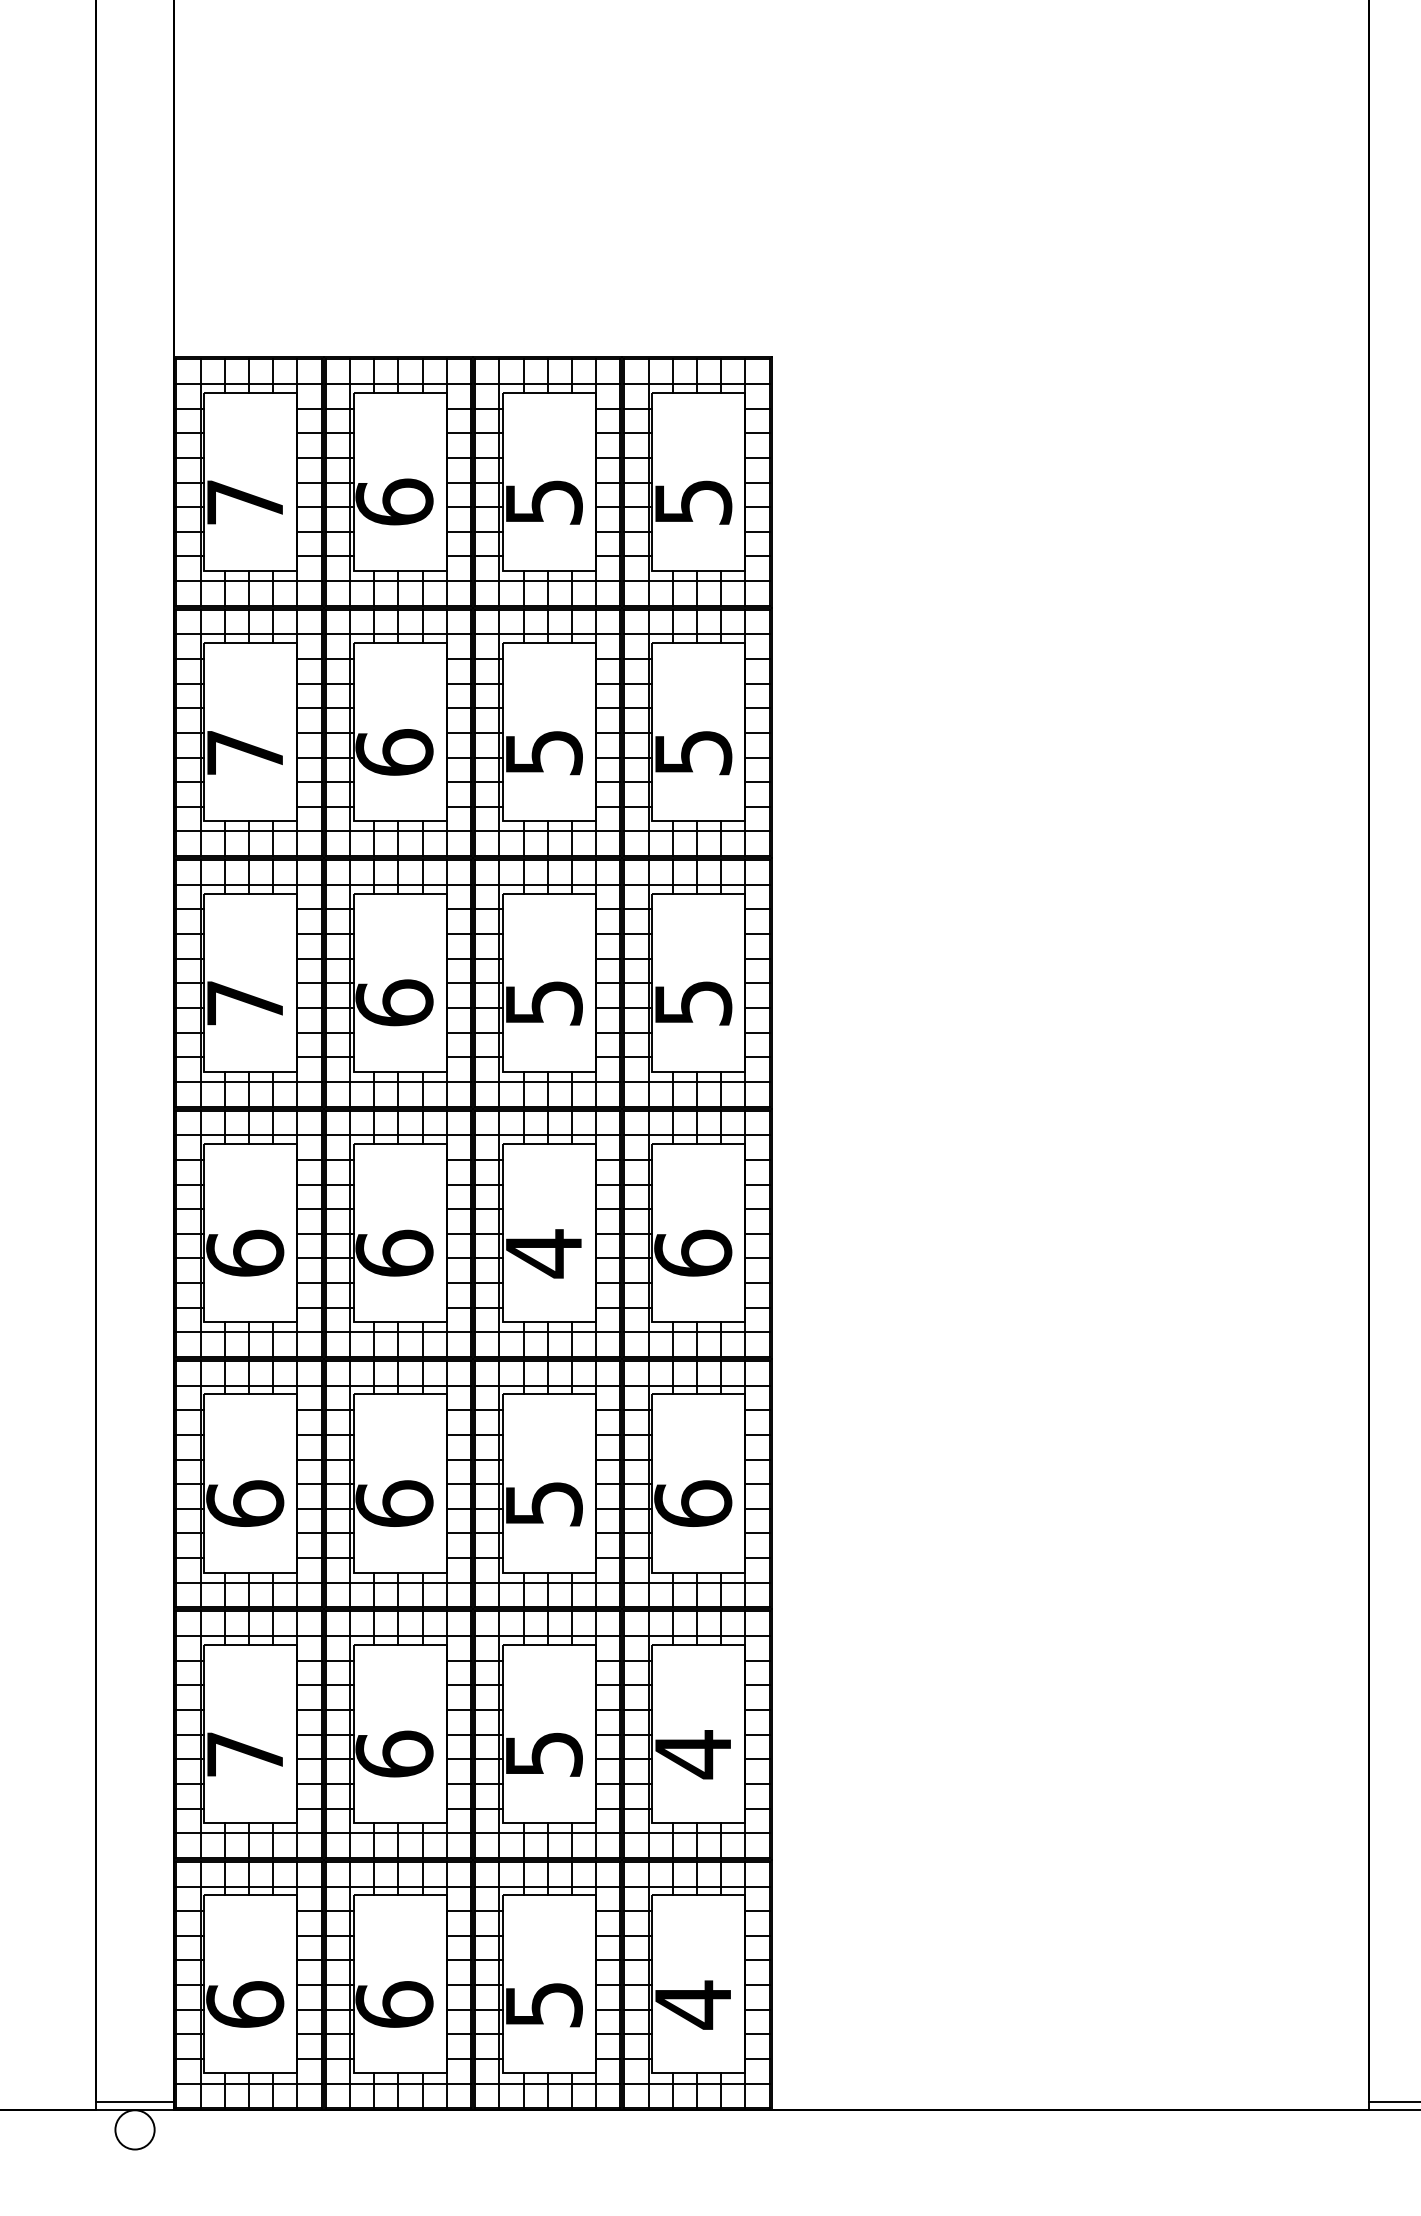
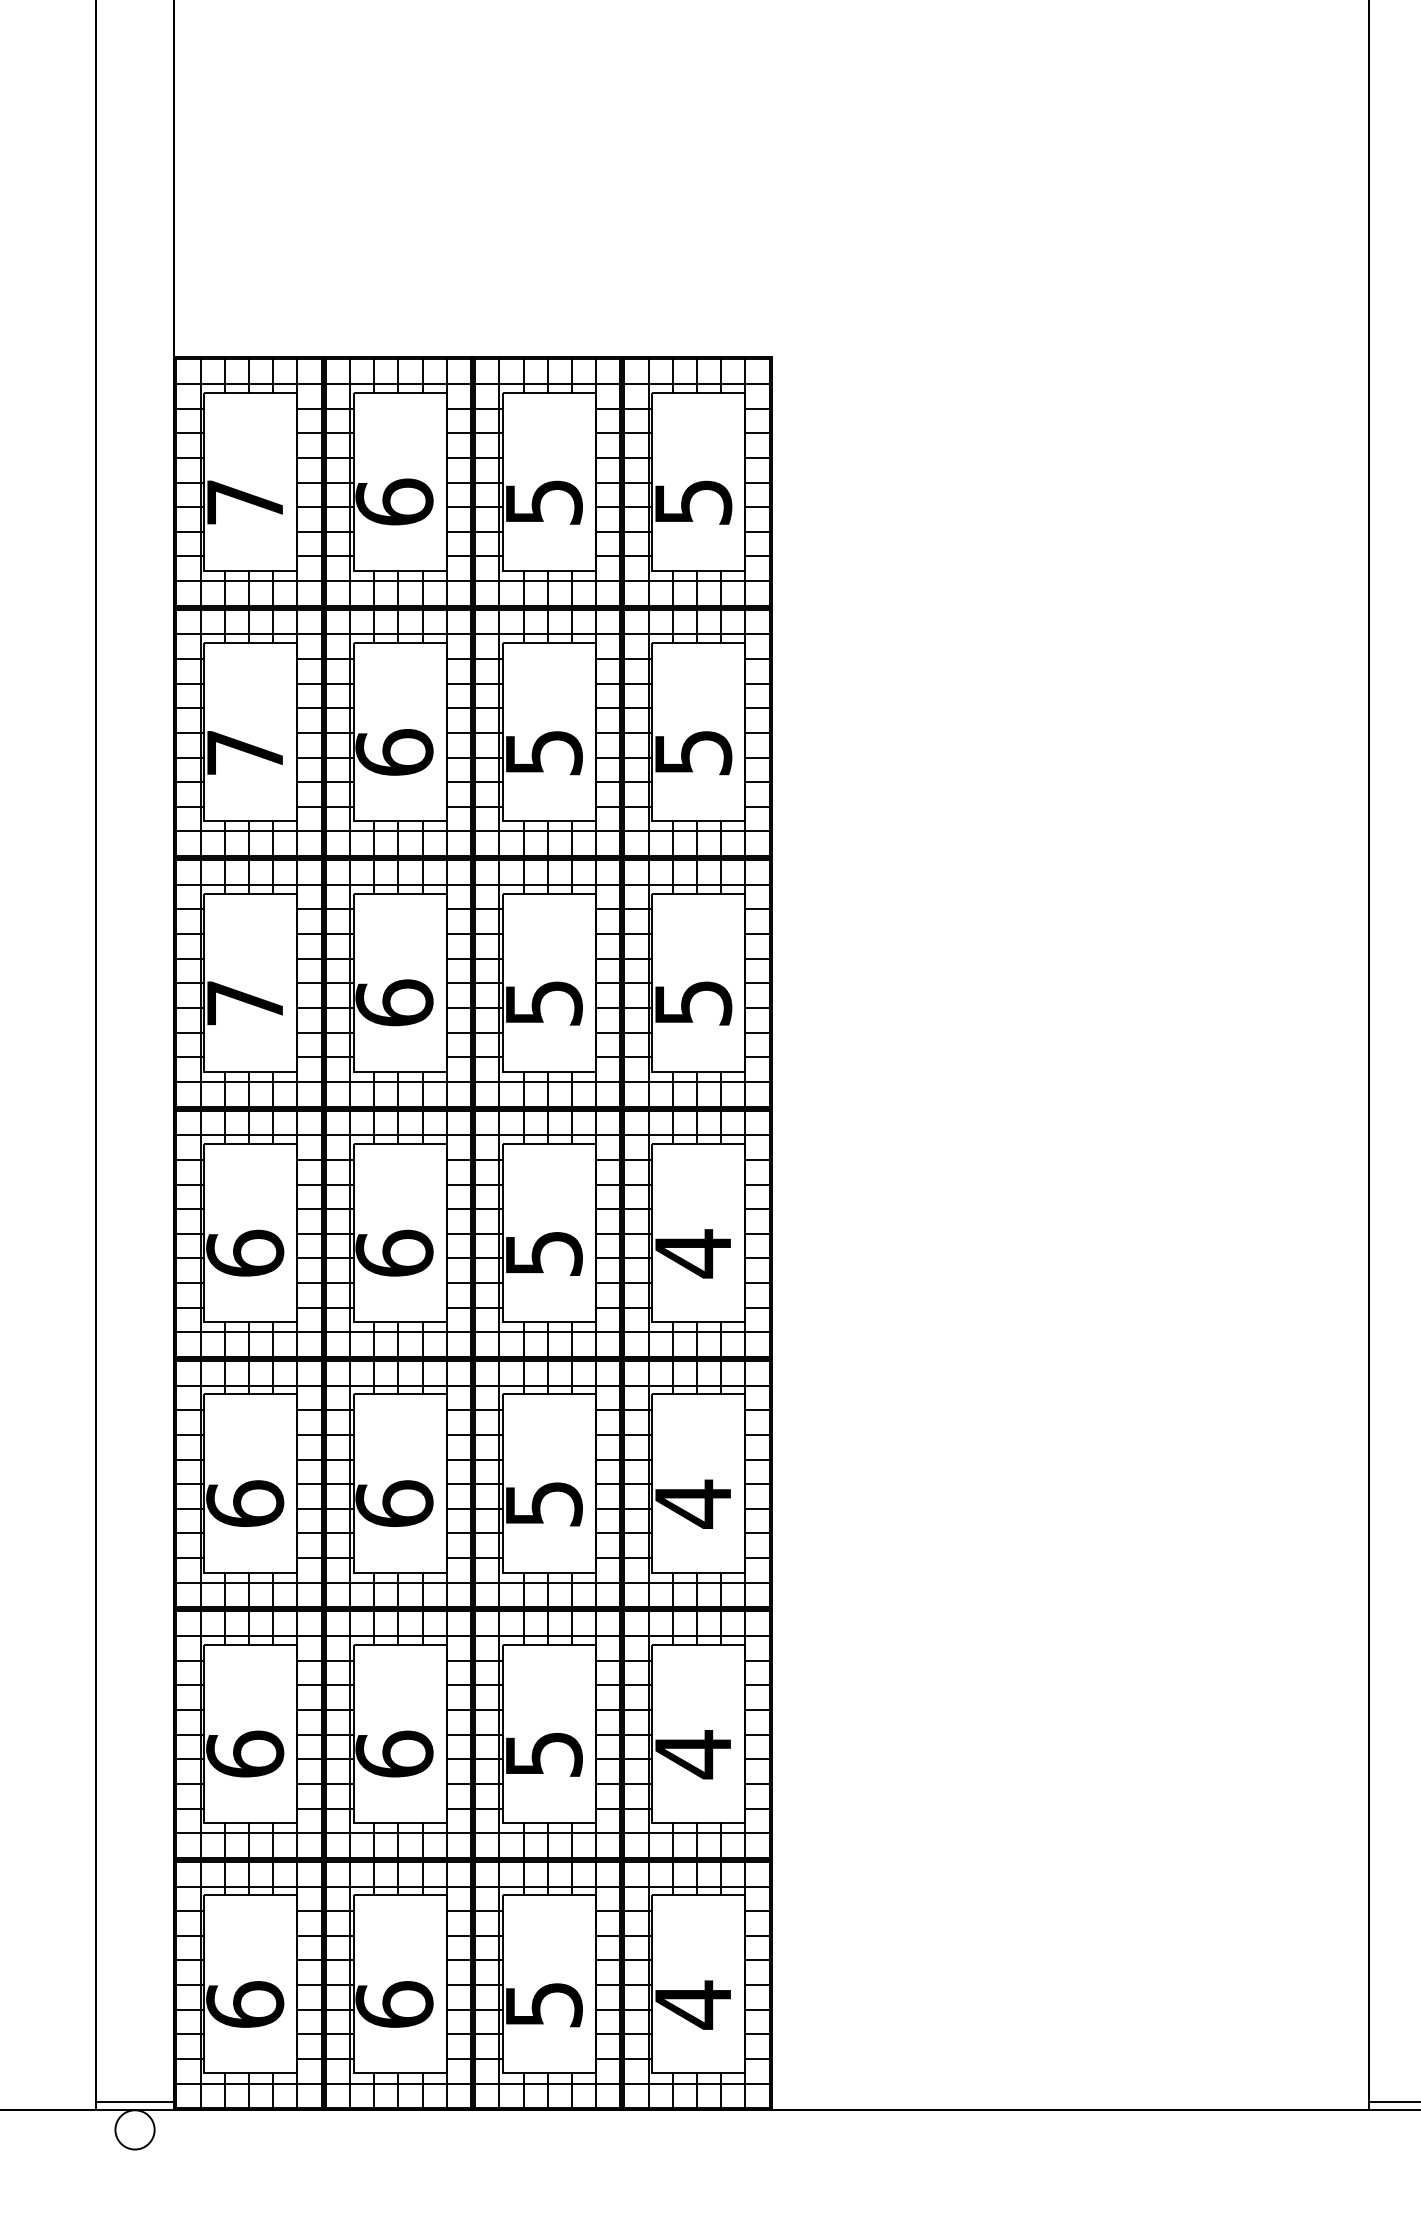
text at (544, 1253): 4 -> 5
text at (693, 1253): 6 -> 4
text at (693, 1503): 6 -> 4
text at (245, 1753): 7 -> 6
